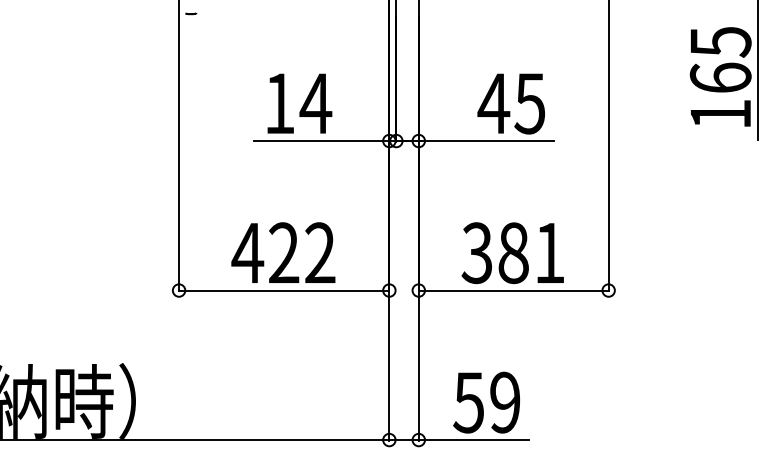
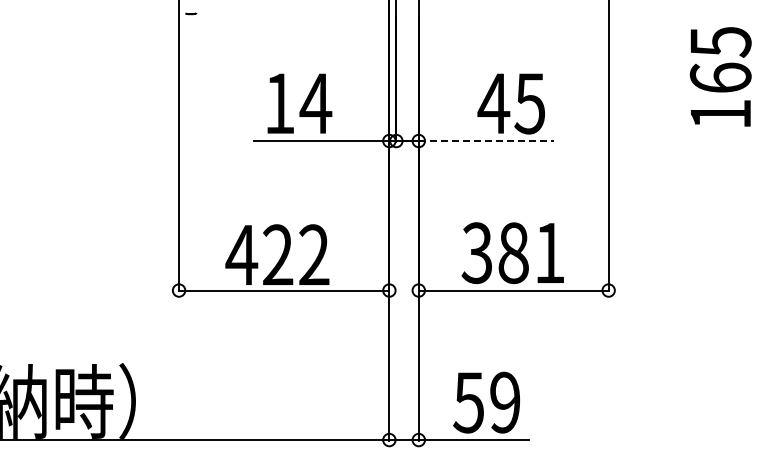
line at (758, 70): present -> none
line at (486, 141): solid -> dashed
text at (283, 252) position: (283, 252) -> (277, 254)
